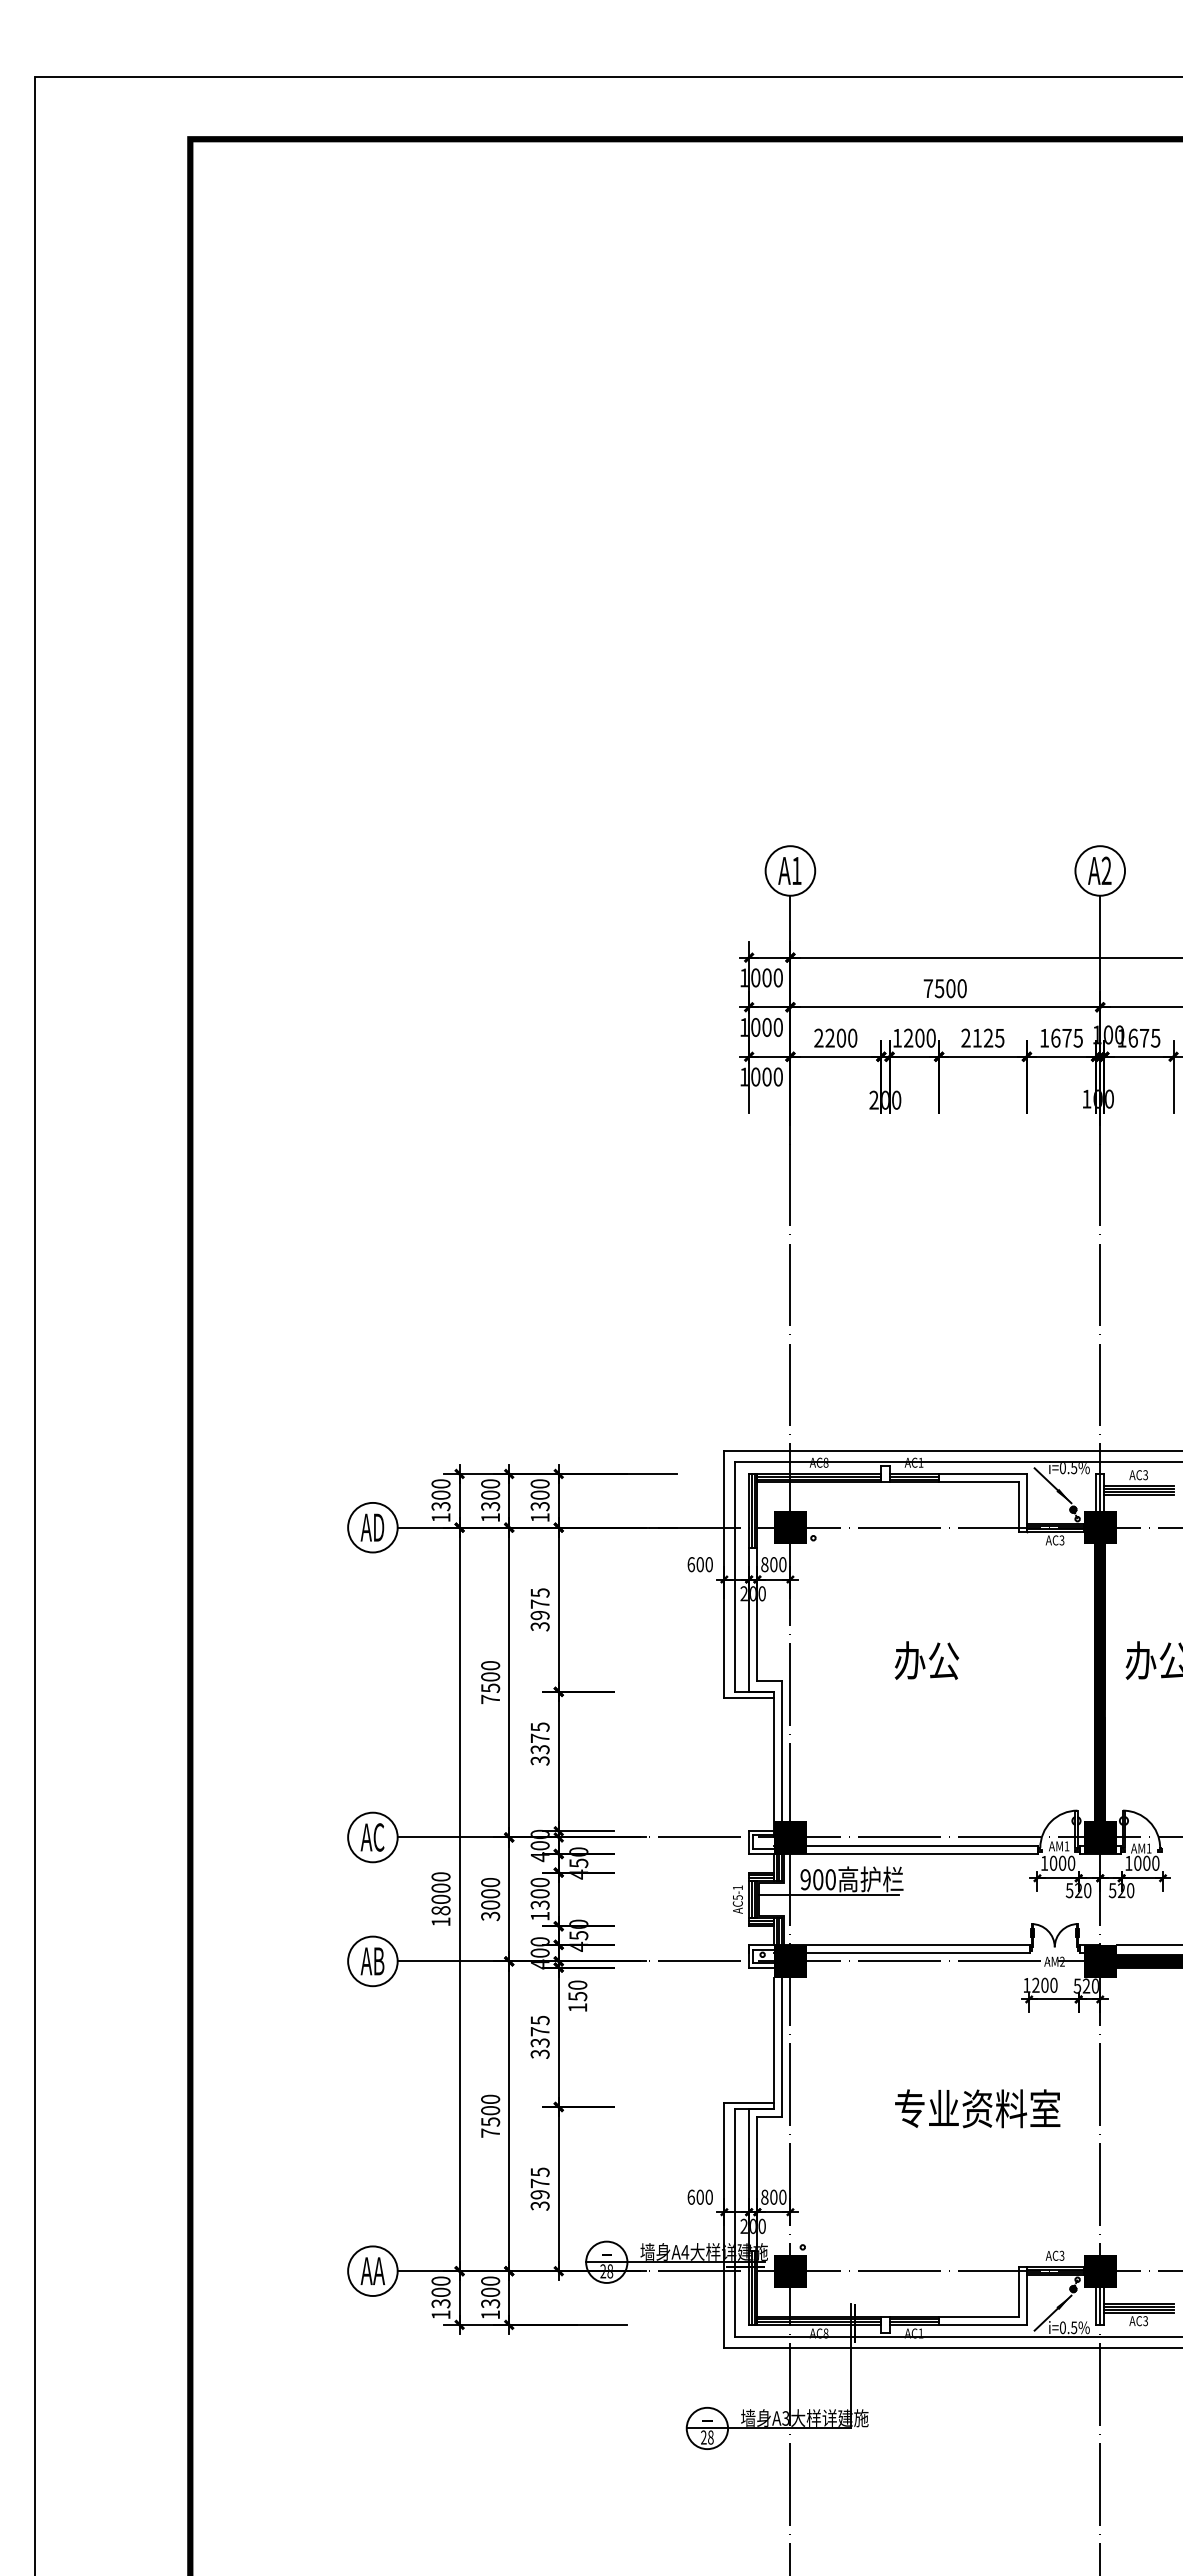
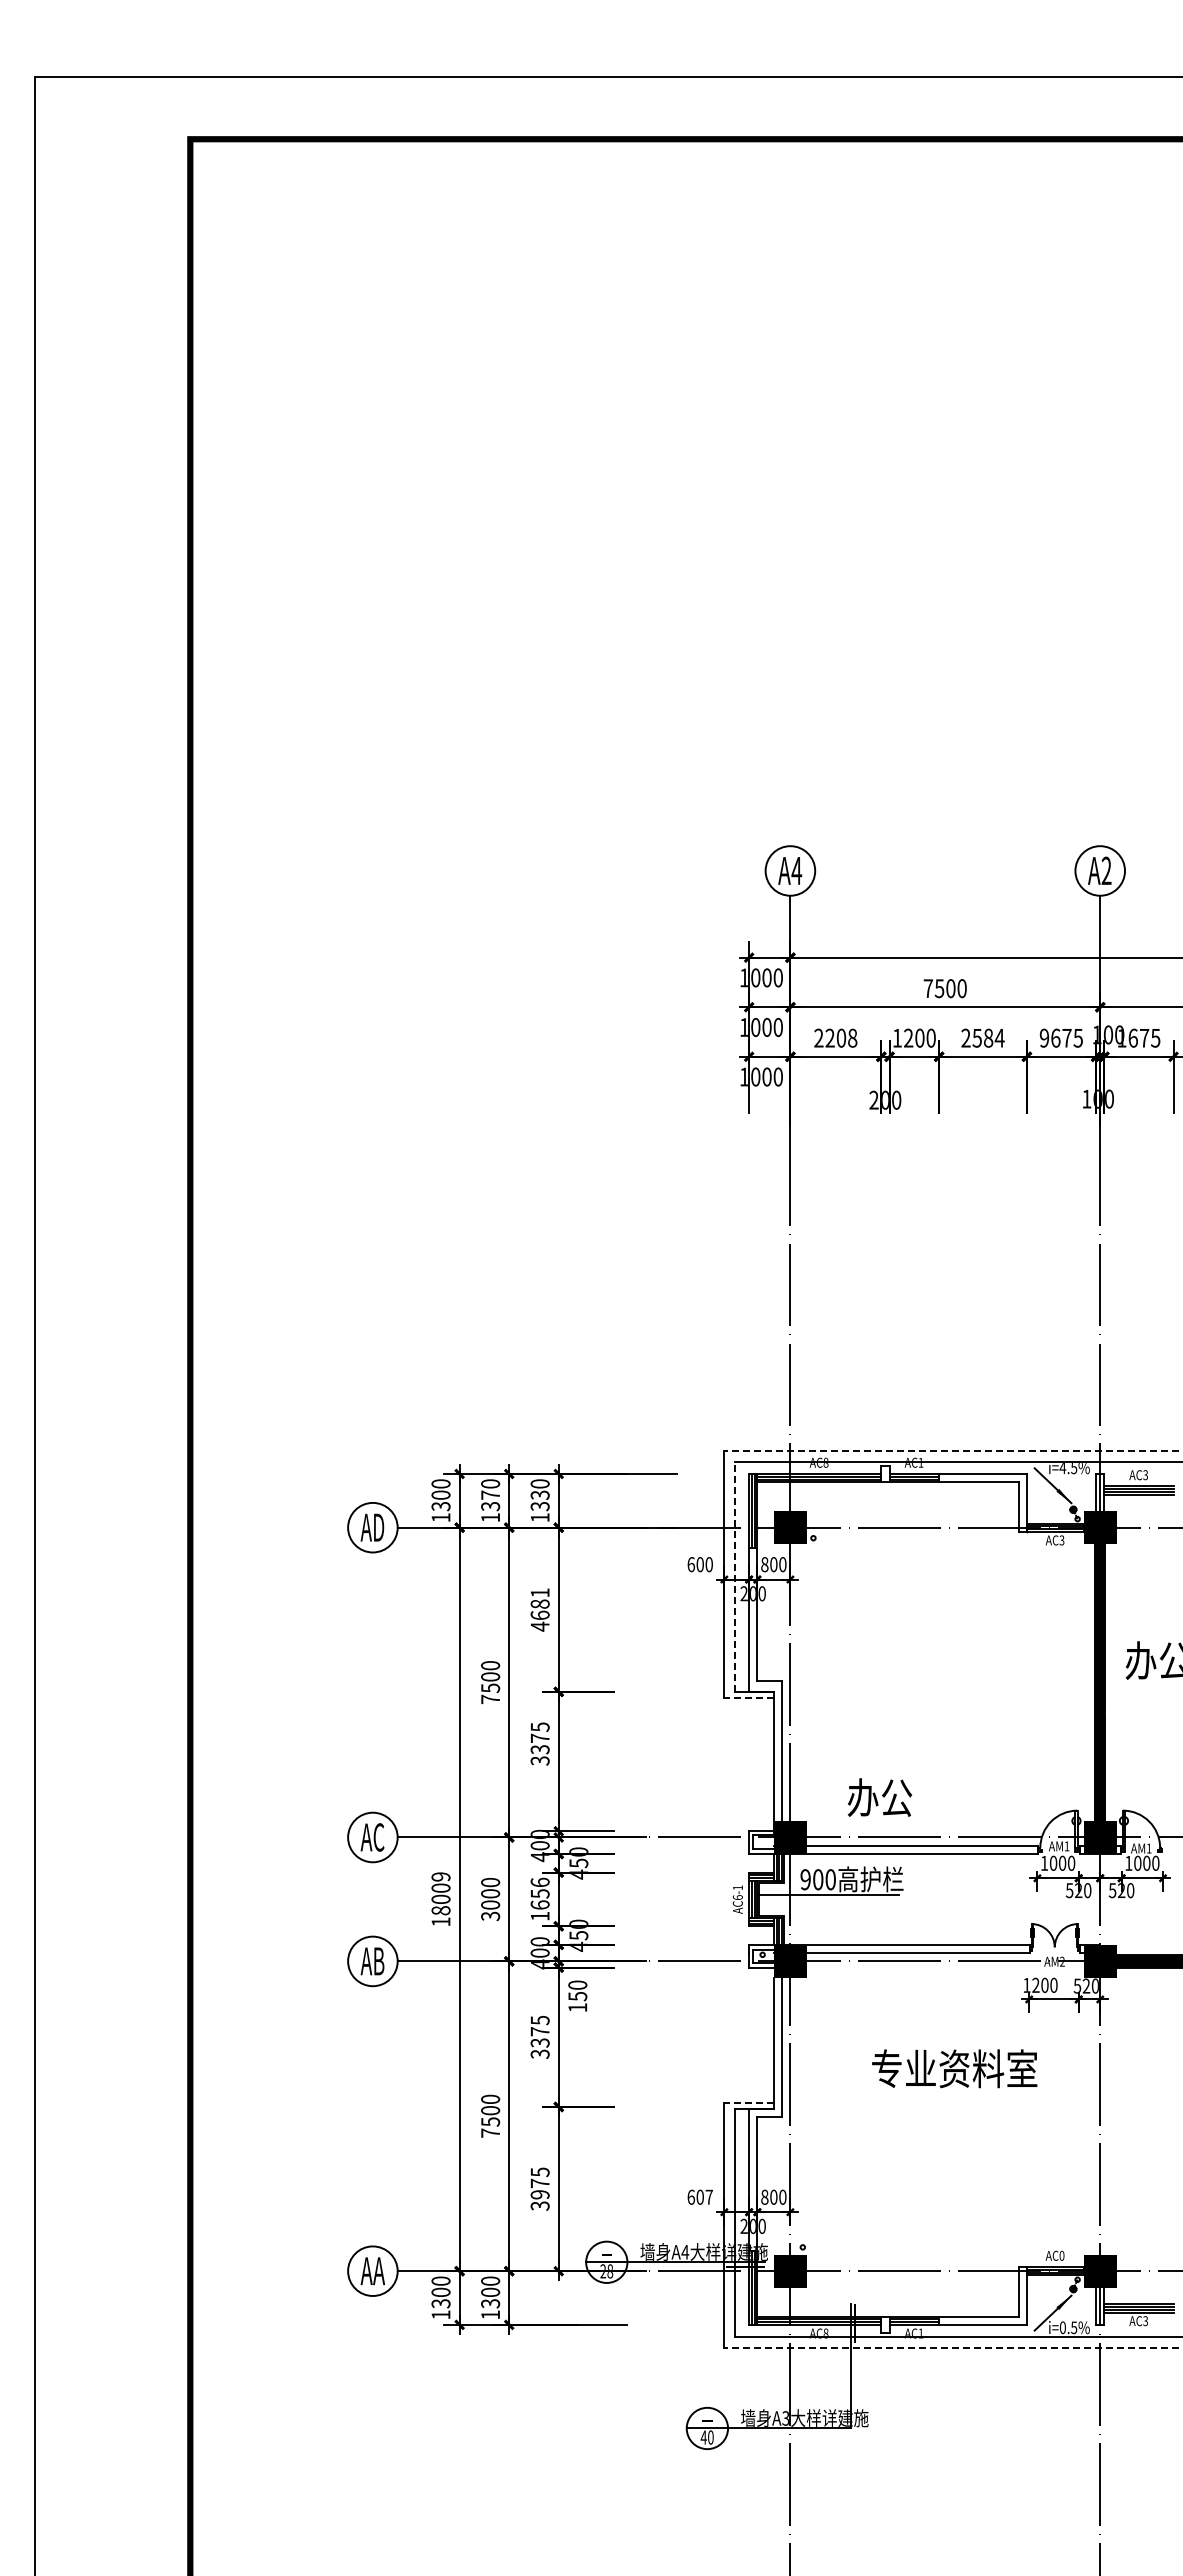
text at (796, 870): A1 -> A4
text at (988, 1037): 2125 -> 2584
text at (1044, 1037): 1675 -> 9675
text at (852, 1038): 2200 -> 2208
line at (953, 1451): solid -> dashed
text at (1062, 1468): i=0.5% -> i=4.5%
text at (490, 1494): 1300 -> 1370
text at (539, 1494): 1300 -> 1330
line at (734, 1576): solid -> dashed
text at (539, 1609): 3975 -> 4681
text at (926, 1660) position: (926, 1660) -> (879, 1797)
line at (749, 1698): solid -> dashed
text at (440, 1876): 18000 -> 18009
text at (539, 1893): 1300 -> 1656
text at (737, 1897): AC5-1 -> AC6-1
line at (1147, 1944): present -> none
line at (749, 2102): solid -> dashed
text at (977, 2108) position: (977, 2108) -> (954, 2068)
text at (708, 2196): 600 -> 607
text at (1061, 2255): AC3 -> AC0
line at (953, 2347): solid -> dashed
text at (706, 2437): 28 -> 40
